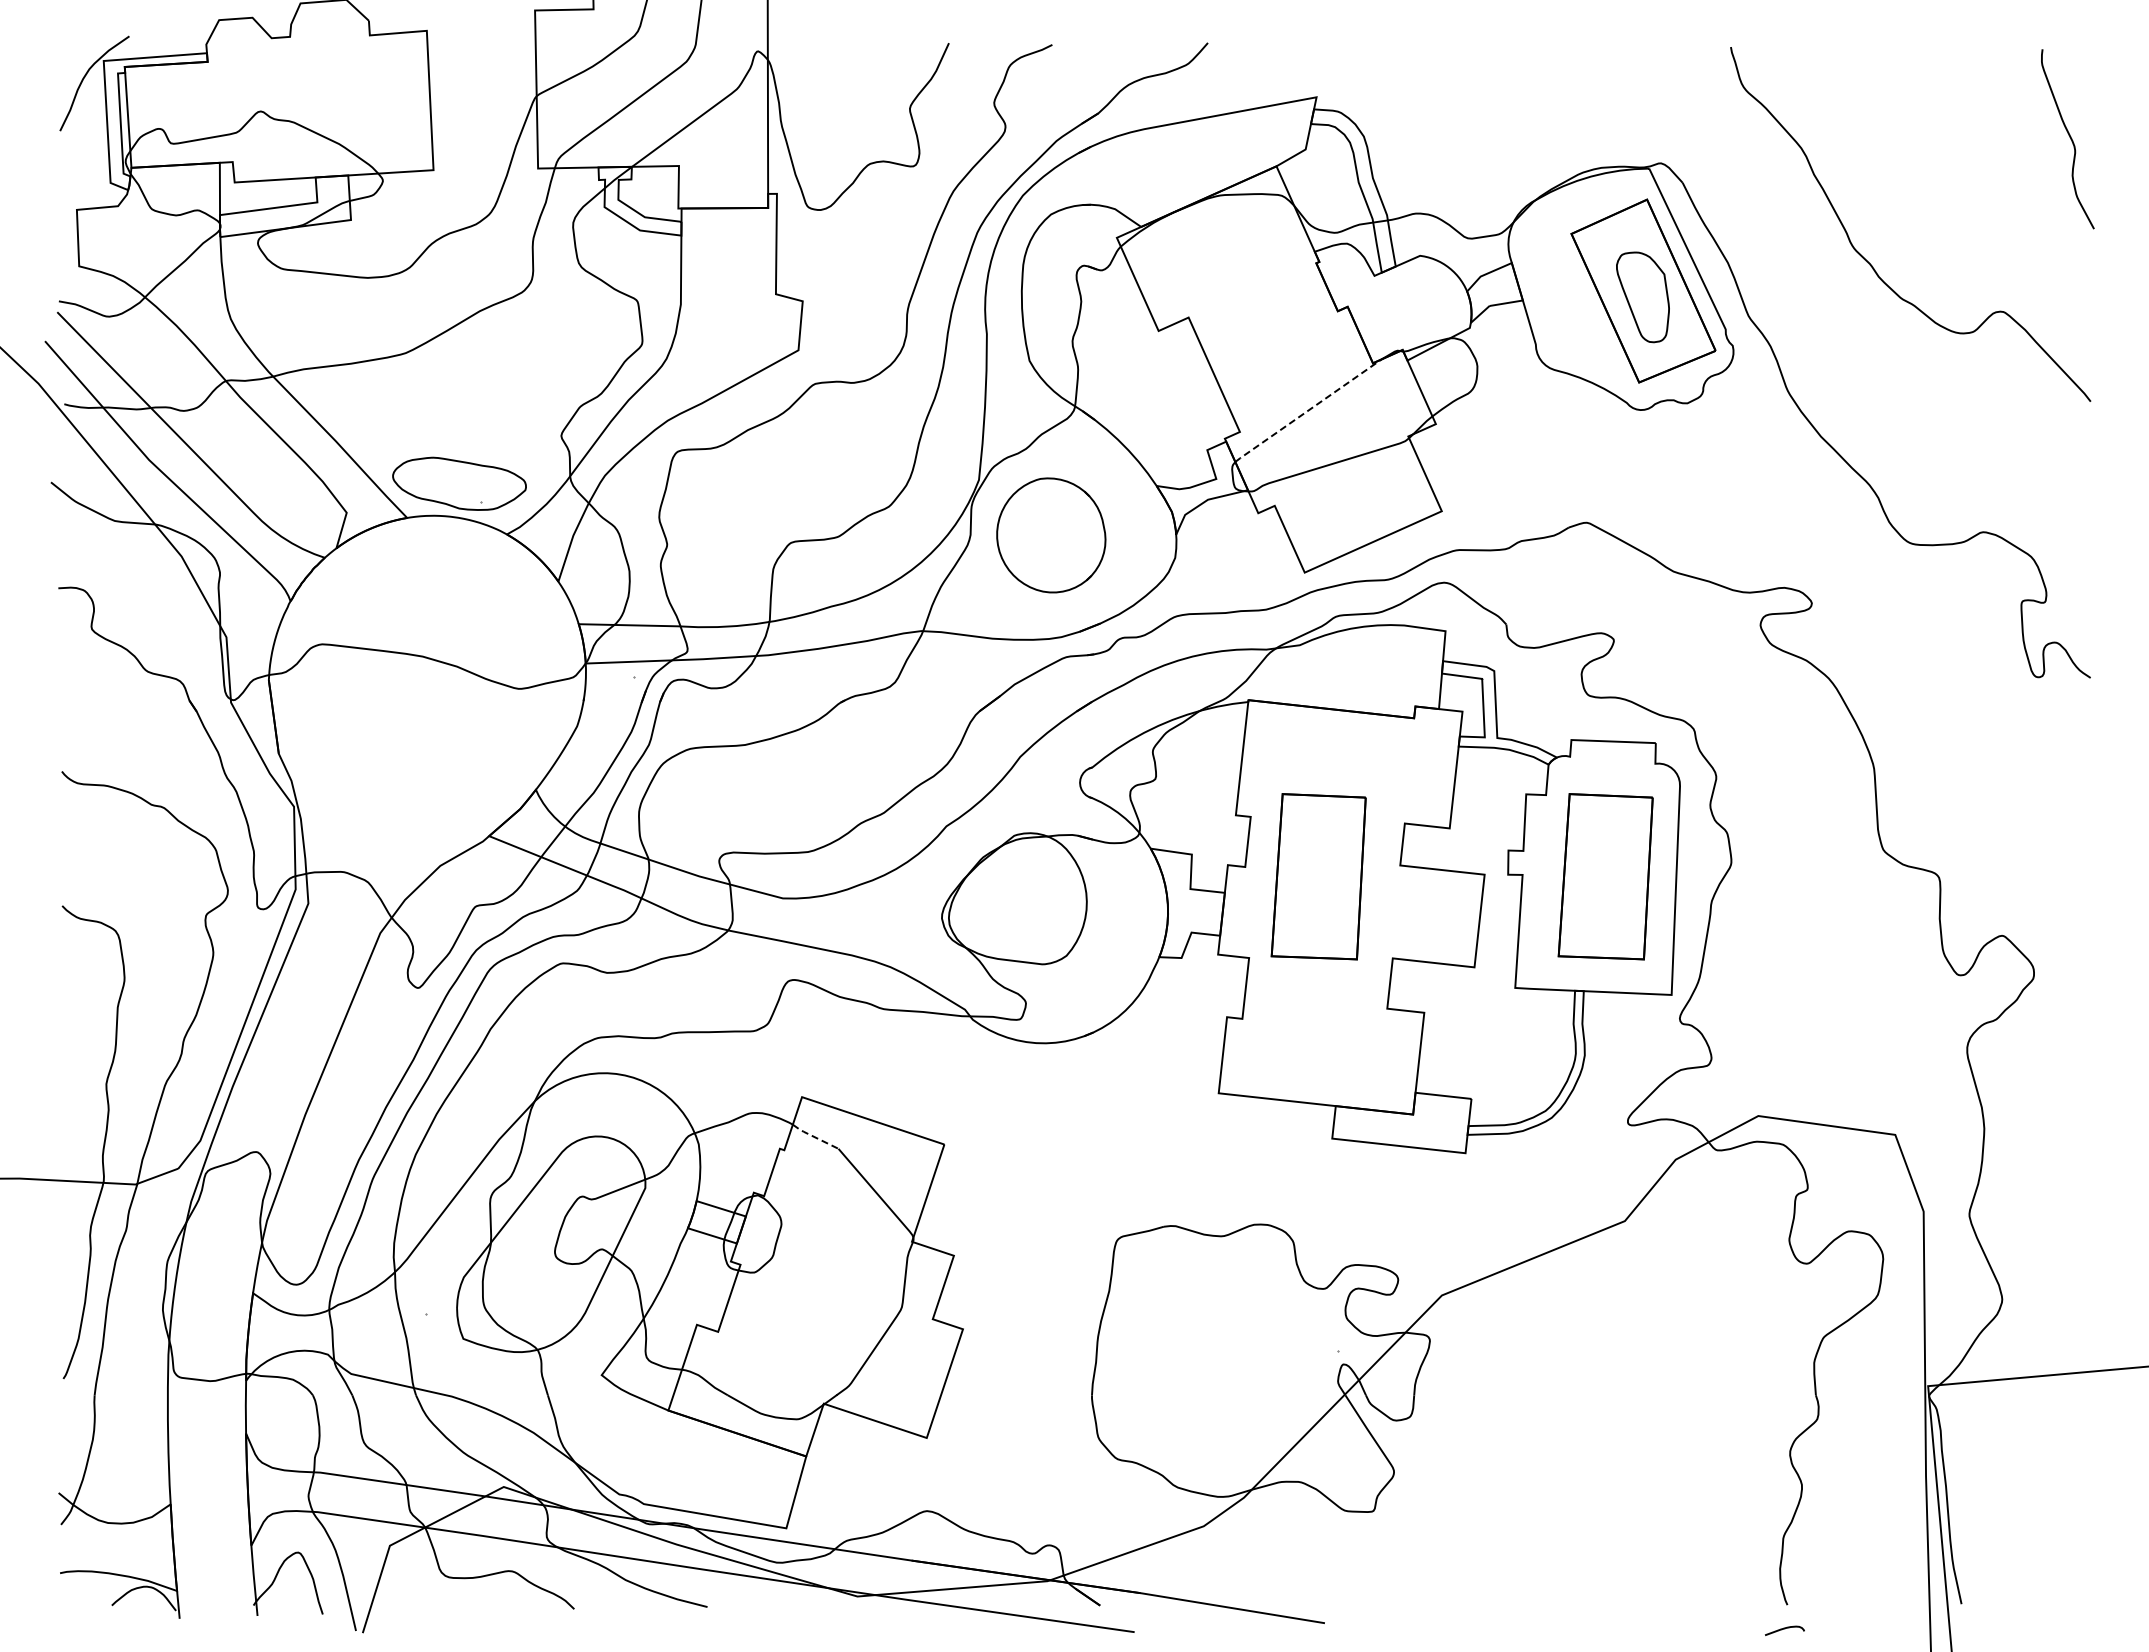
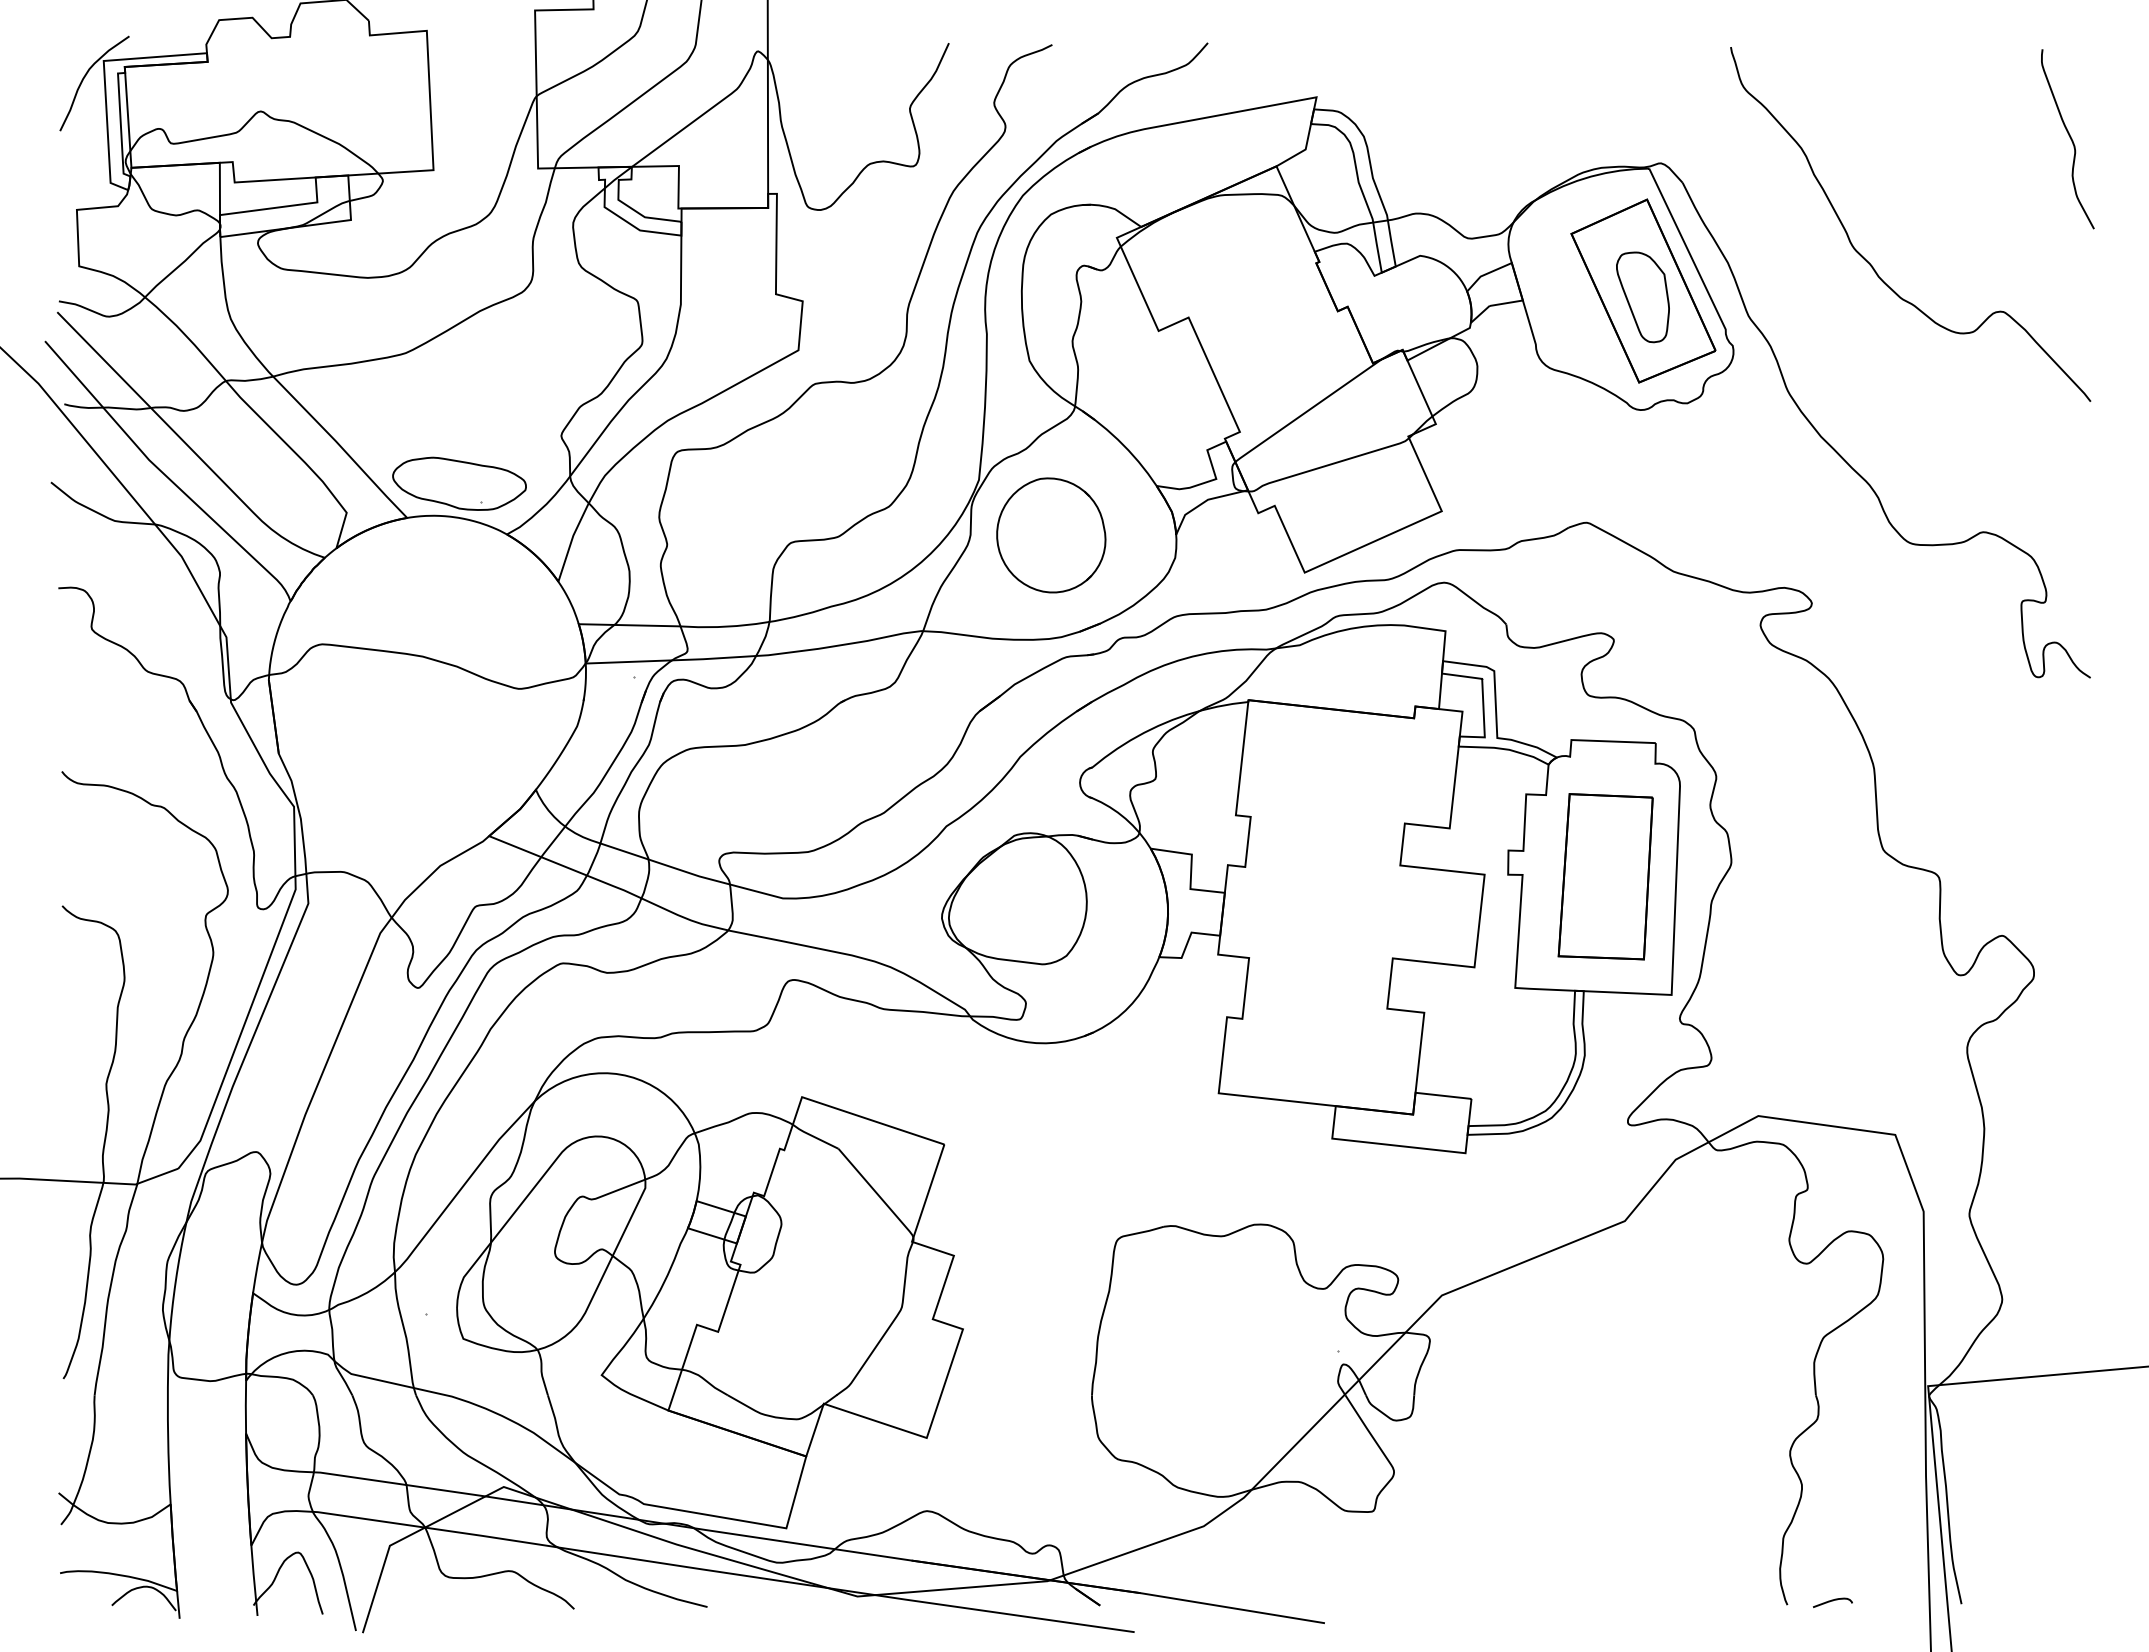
line at (1308, 410): dashed -> solid
part at (1318, 876): present -> none
line at (814, 1137): dashed -> solid
curve at (1784, 1629) position: (1784, 1629) -> (1832, 1601)
